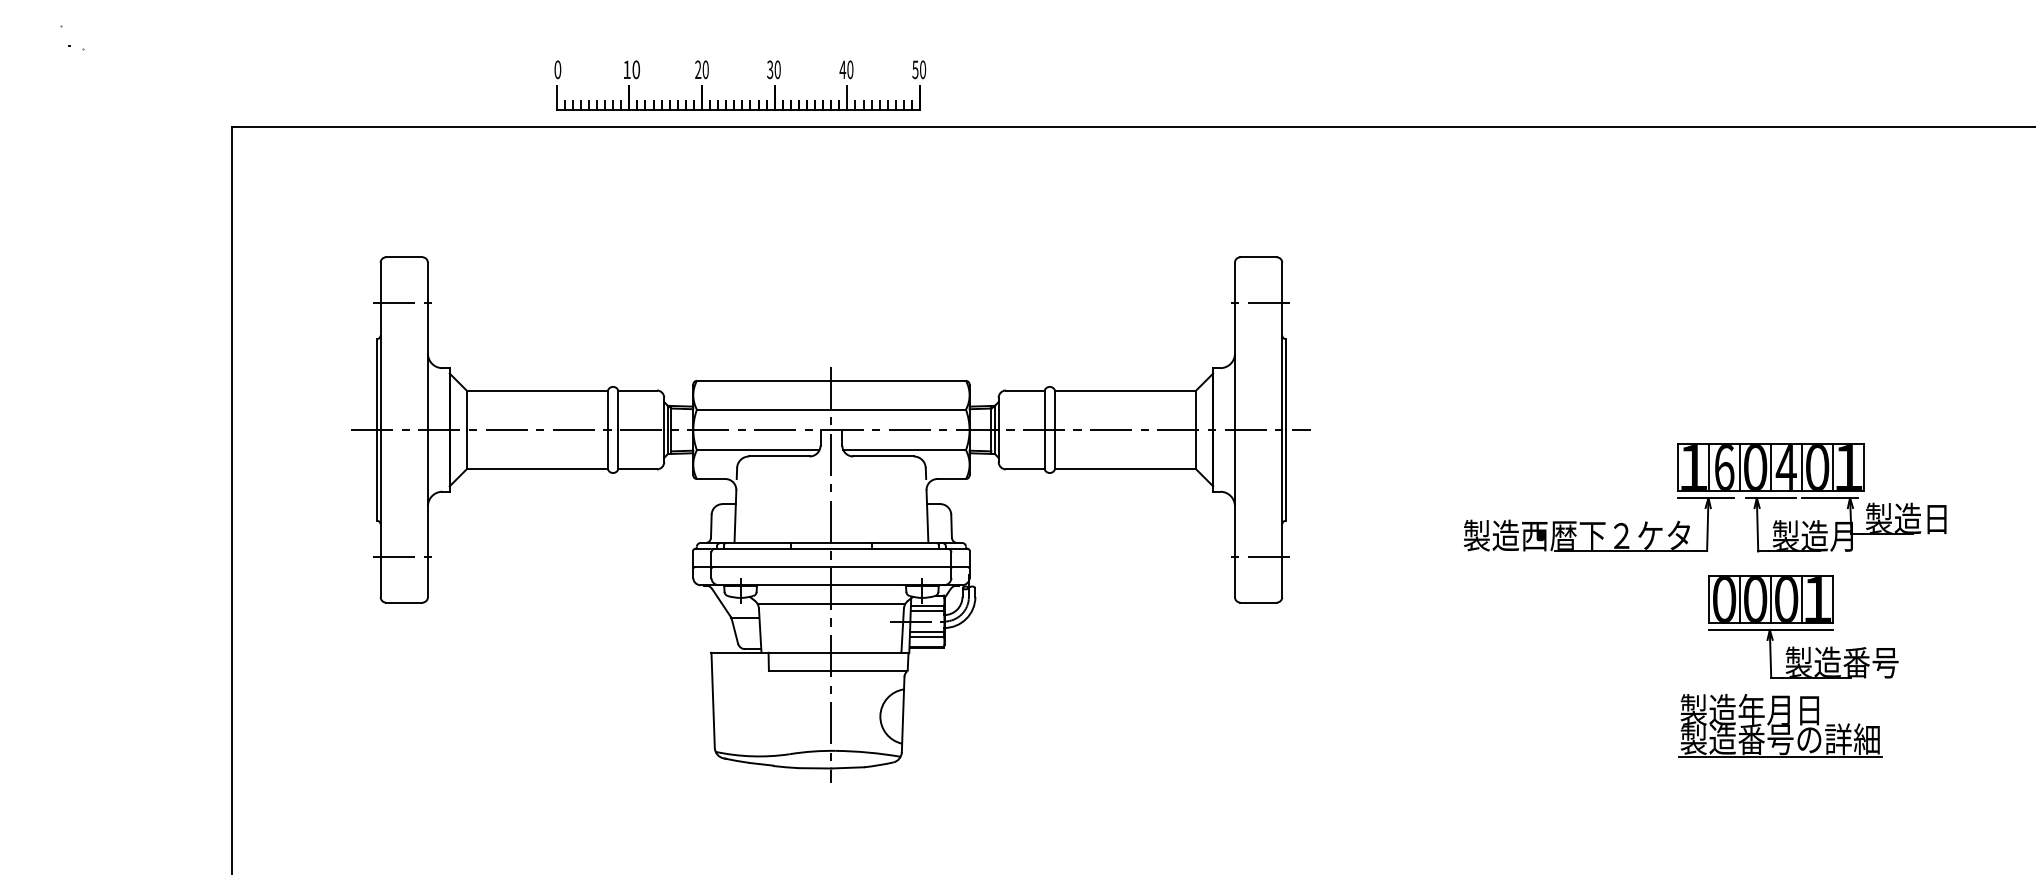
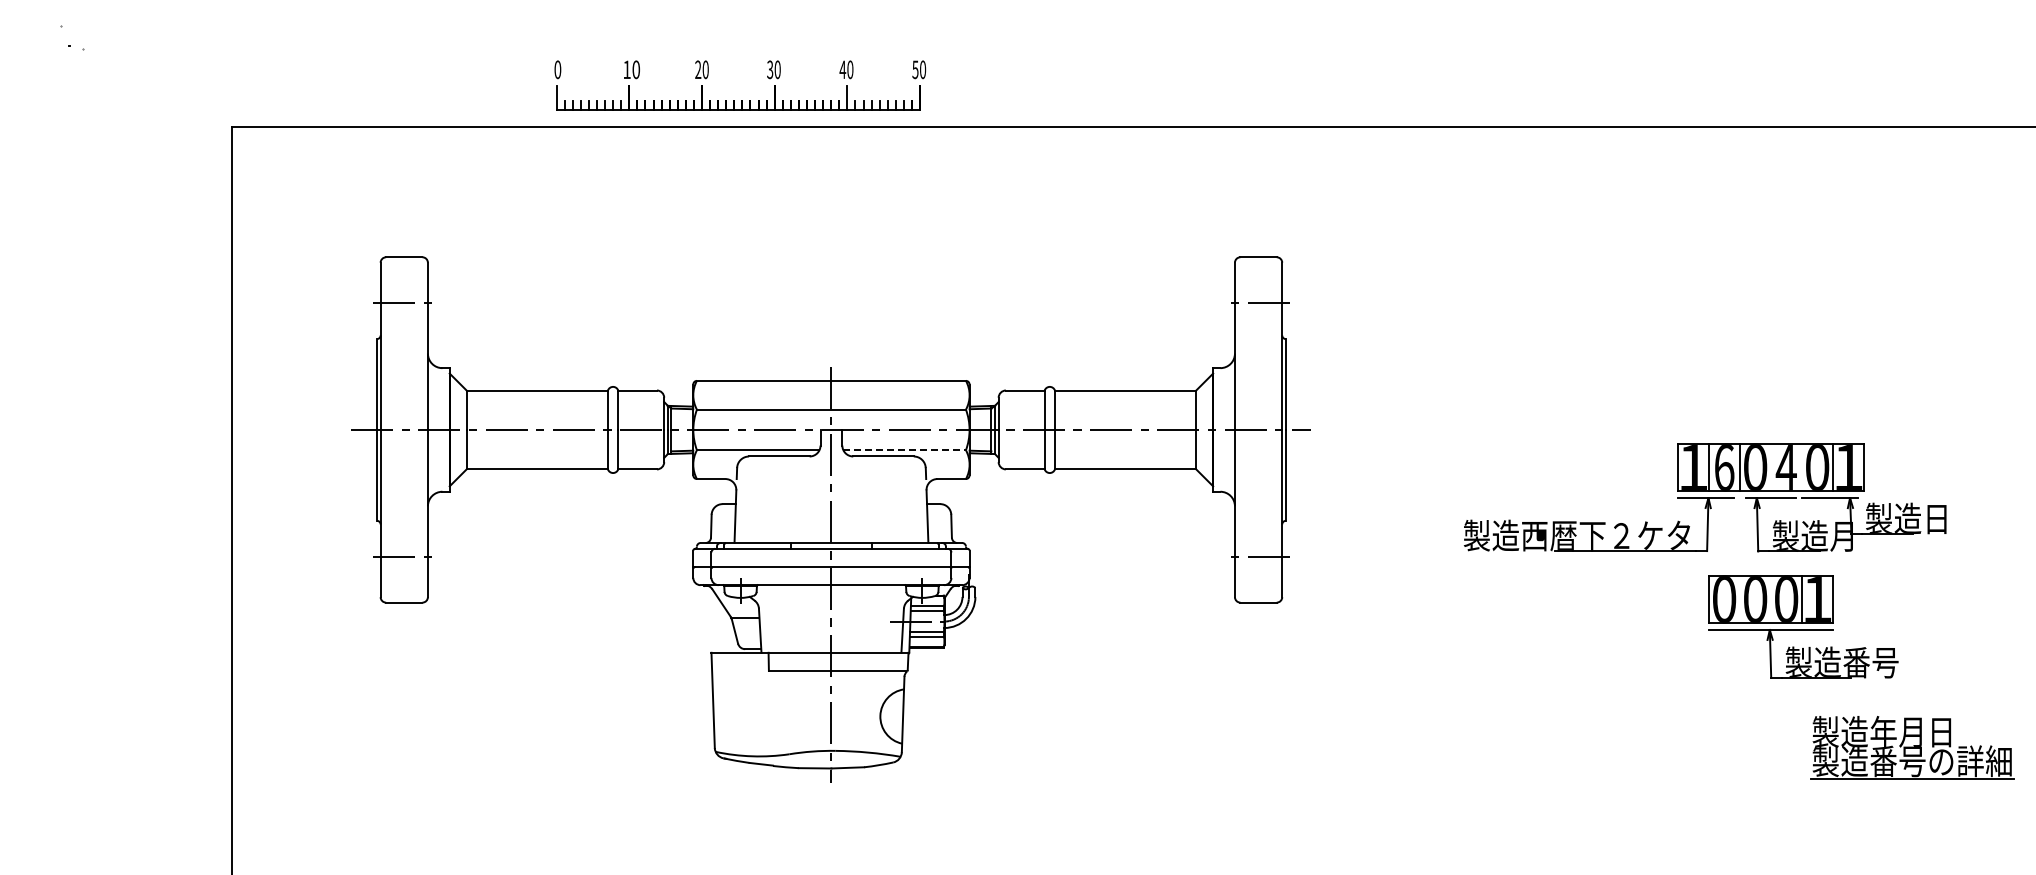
line at (905, 450): solid -> dashed
line at (1771, 467): present -> none
line at (1802, 467): present -> none
line at (1740, 599): present -> none
line at (1771, 599): present -> none
line at (831, 603): present -> none
part at (1780, 725) position: (1780, 725) -> (1912, 747)
